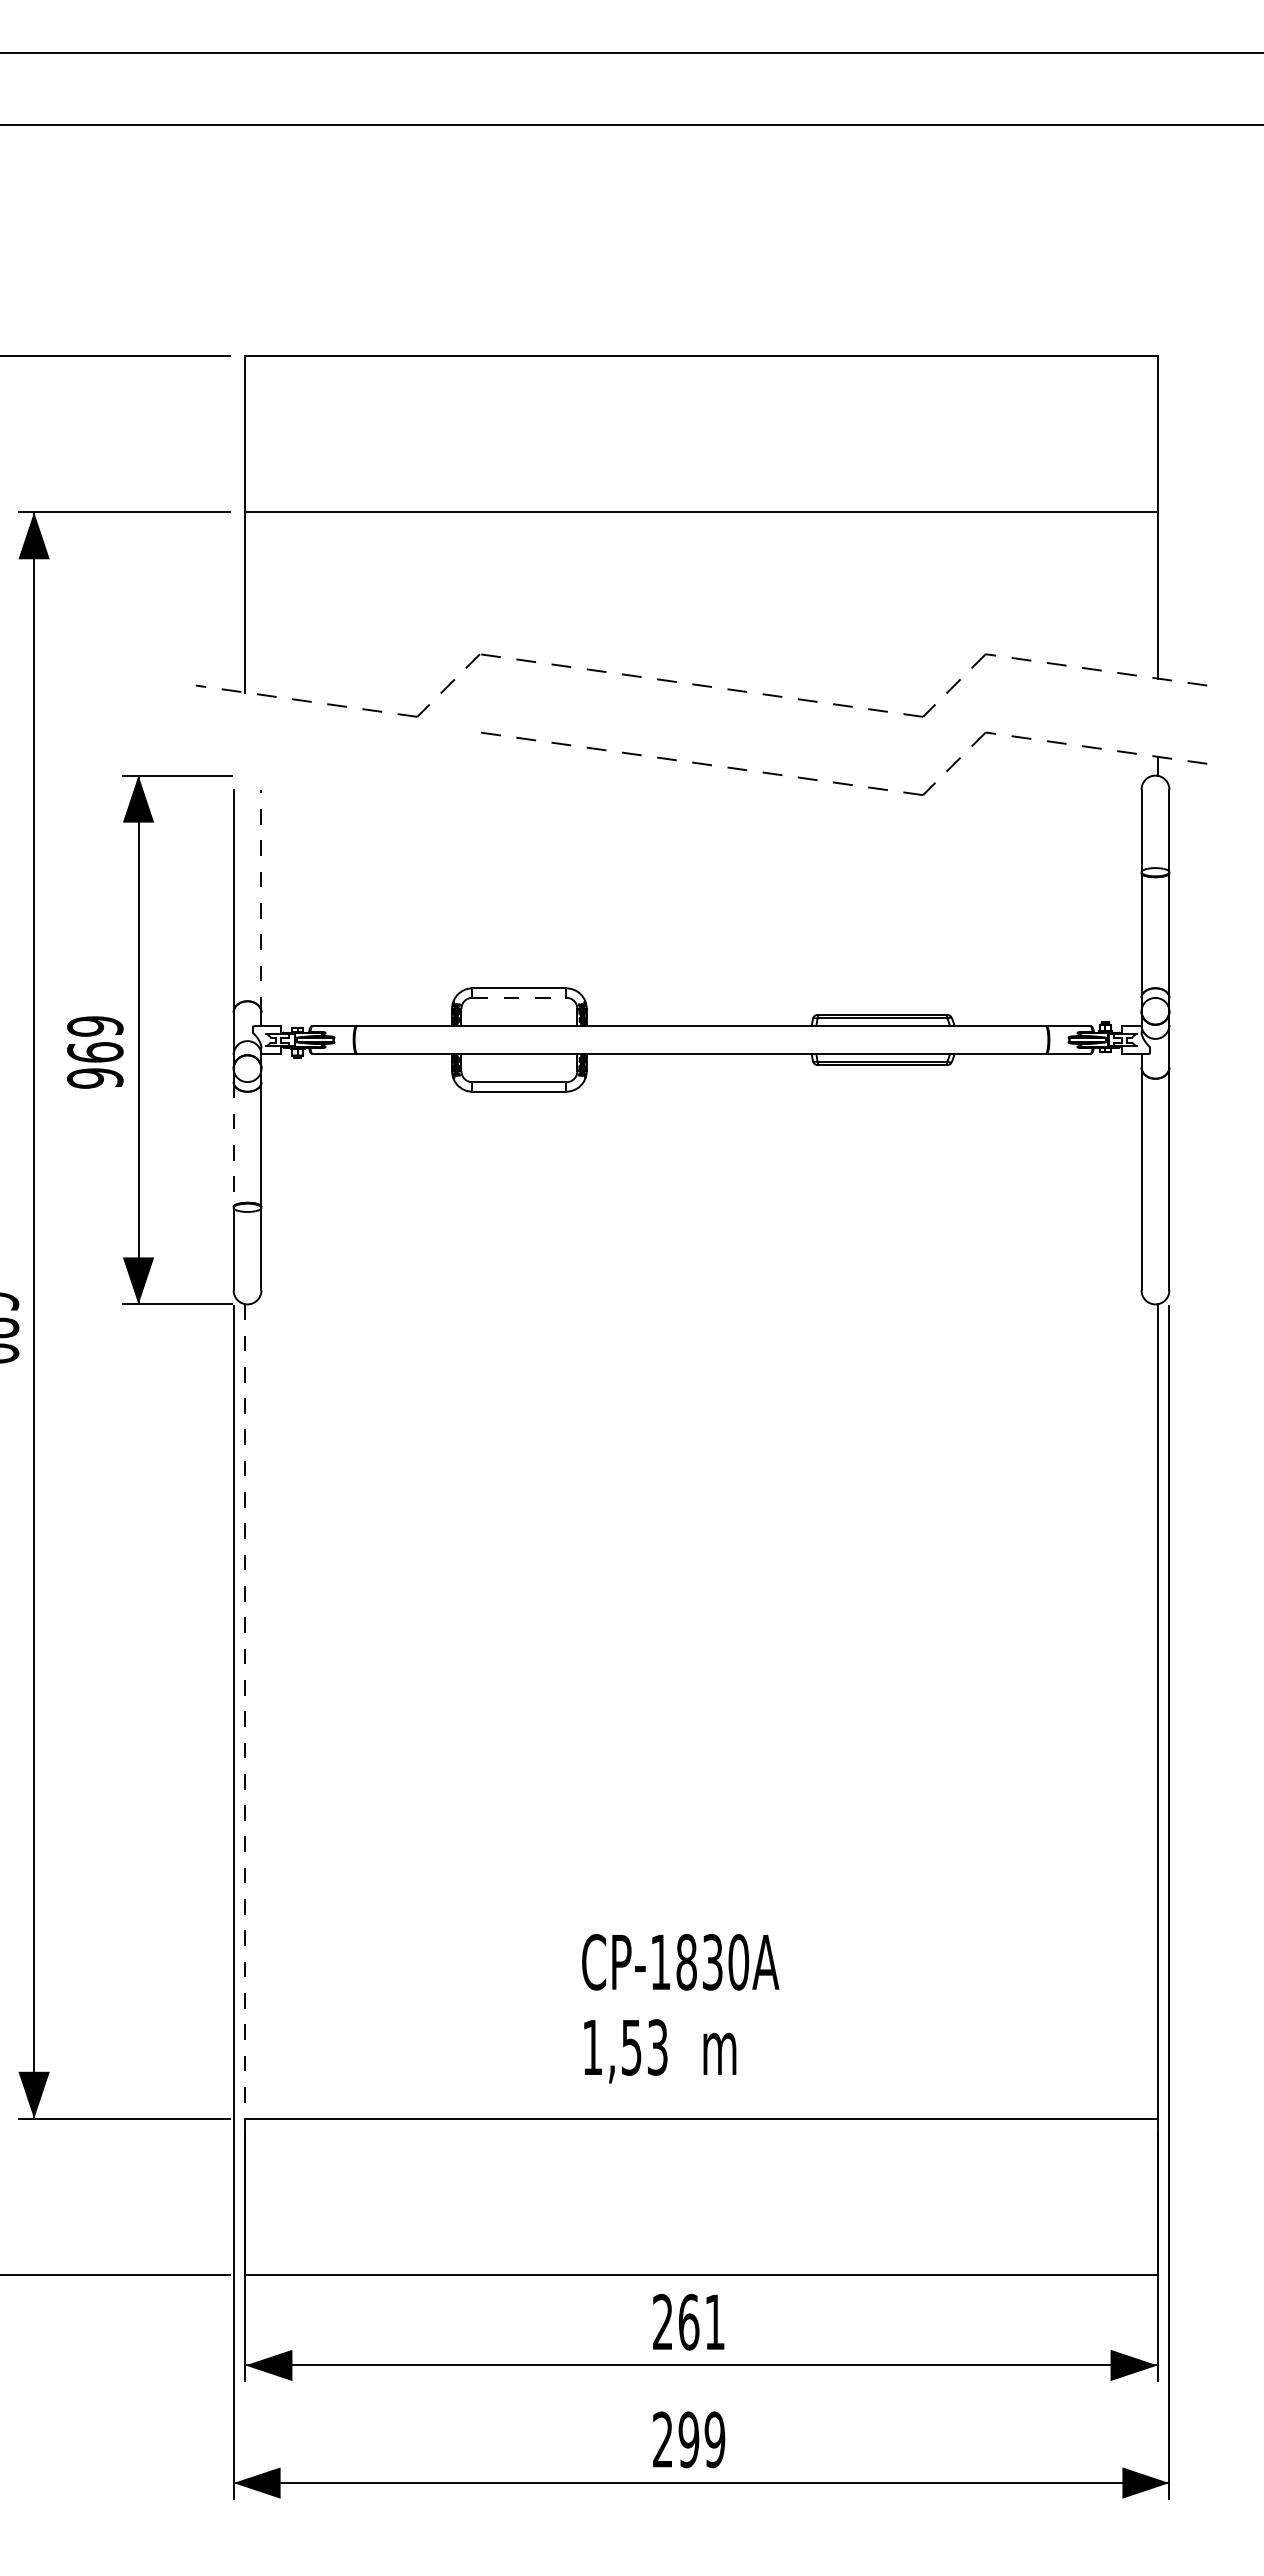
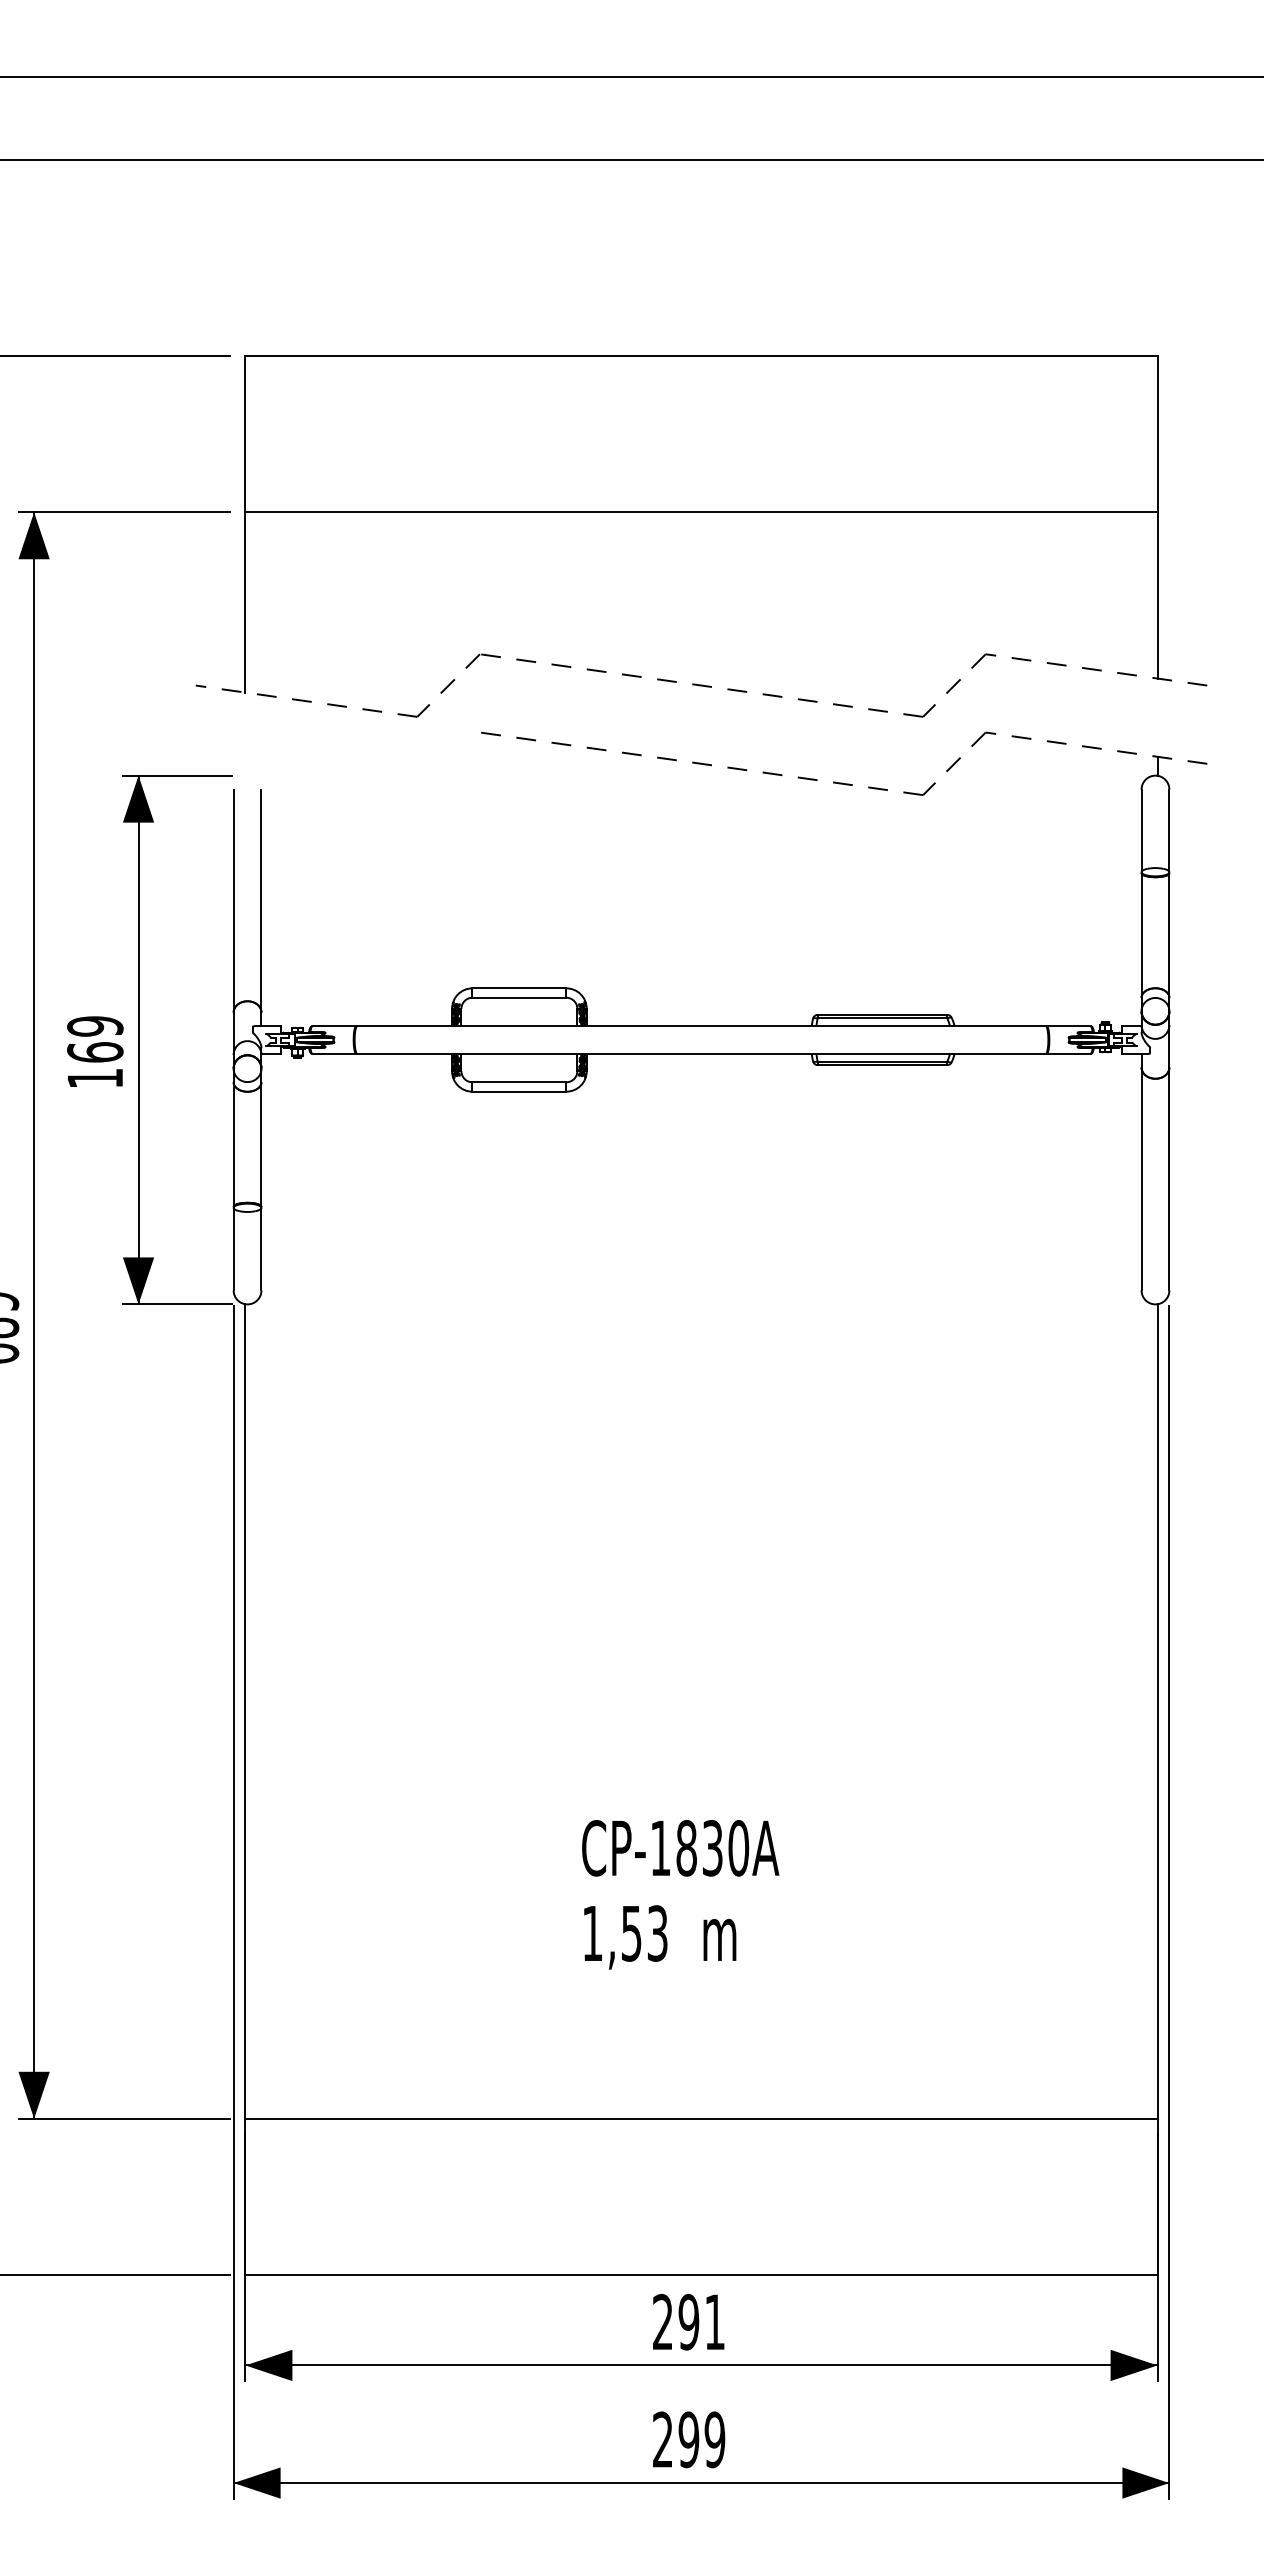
line at (631, 53) position: (631, 53) -> (631, 77)
line at (631, 125) position: (631, 125) -> (631, 160)
line at (261, 900): dashed -> solid
line at (519, 997): dashed -> solid
text at (95, 1078): 969 -> 169
line at (233, 1145): dashed -> solid
line at (245, 1712): dashed -> solid
text at (680, 2008) position: (680, 2008) -> (680, 1894)
text at (688, 2321): 261 -> 291
